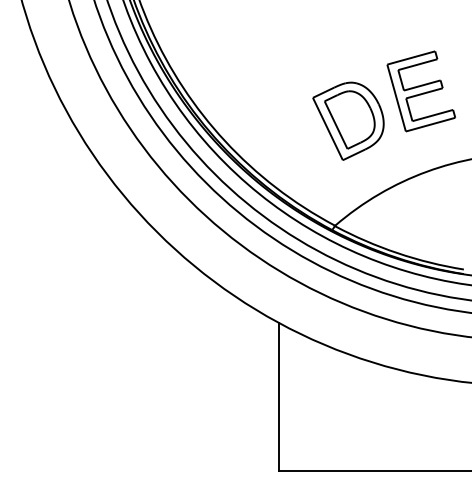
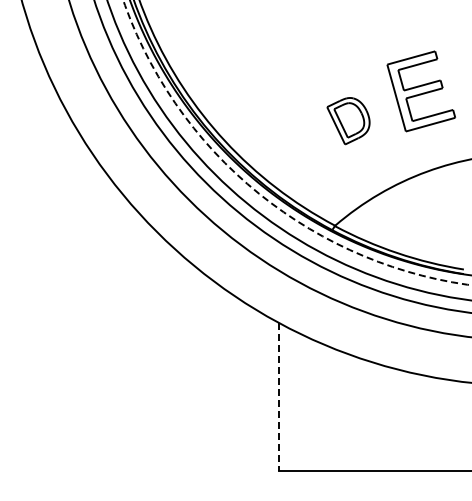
part at (348, 120) size: 73x80 px -> 45x49 px
arc at (259, 193): solid -> dashed
line at (278, 397): solid -> dashed
